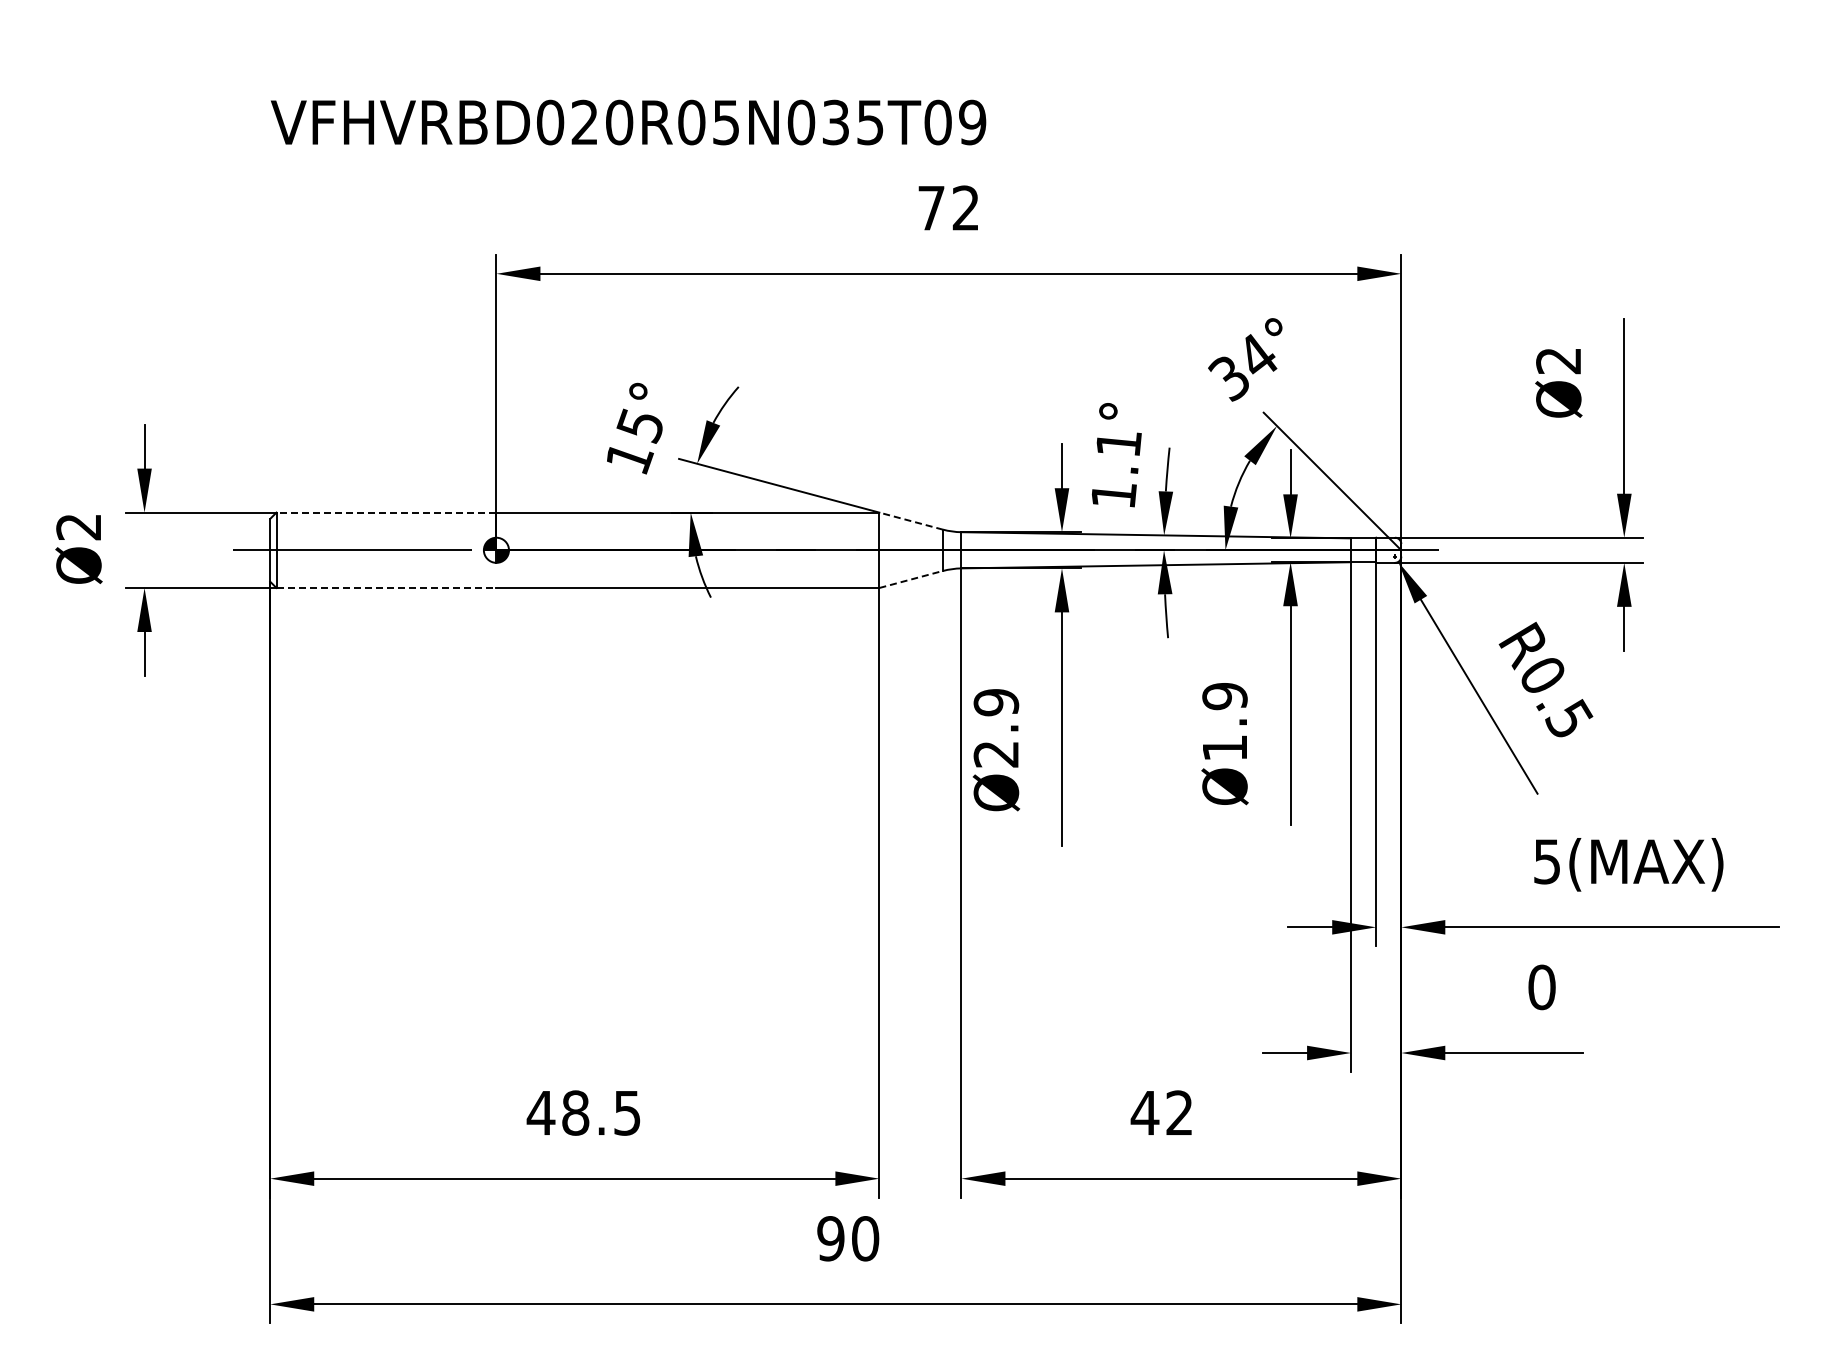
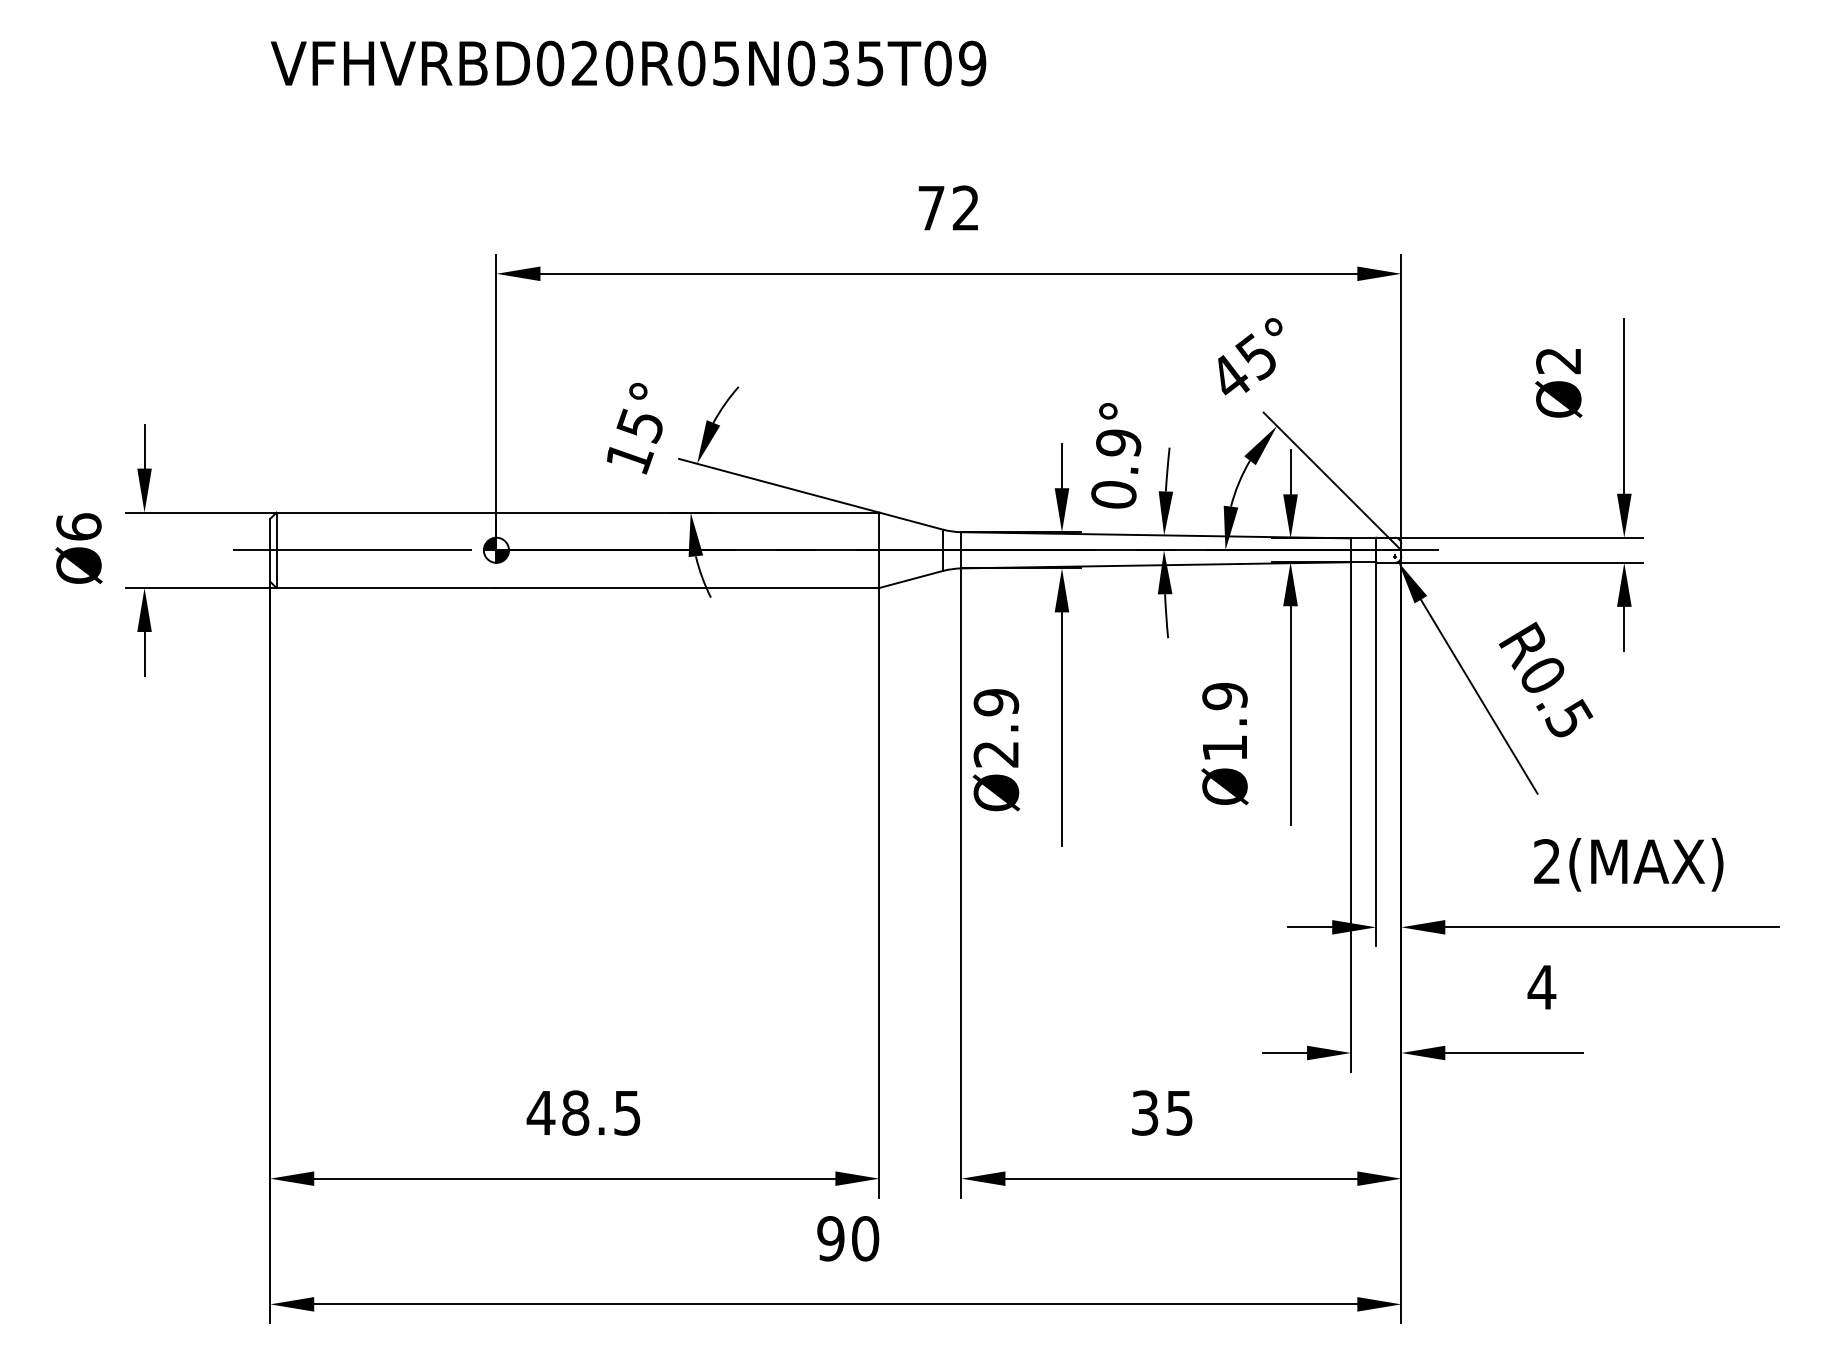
text at (628, 122) position: (628, 122) -> (628, 63)
text at (1242, 367): 34° -> 45°
text at (1116, 468): 1.1° -> 0.9°
line at (386, 512): dashed -> solid
line at (911, 521): dashed -> solid
text at (78, 526): Ø2 -> Ø6
line at (911, 579): dashed -> solid
line at (386, 588): dashed -> solid
text at (1546, 861): 5(MAX) -> 2(MAX)
text at (1541, 987): 0 -> 4
text at (1161, 1112): 42 -> 35
